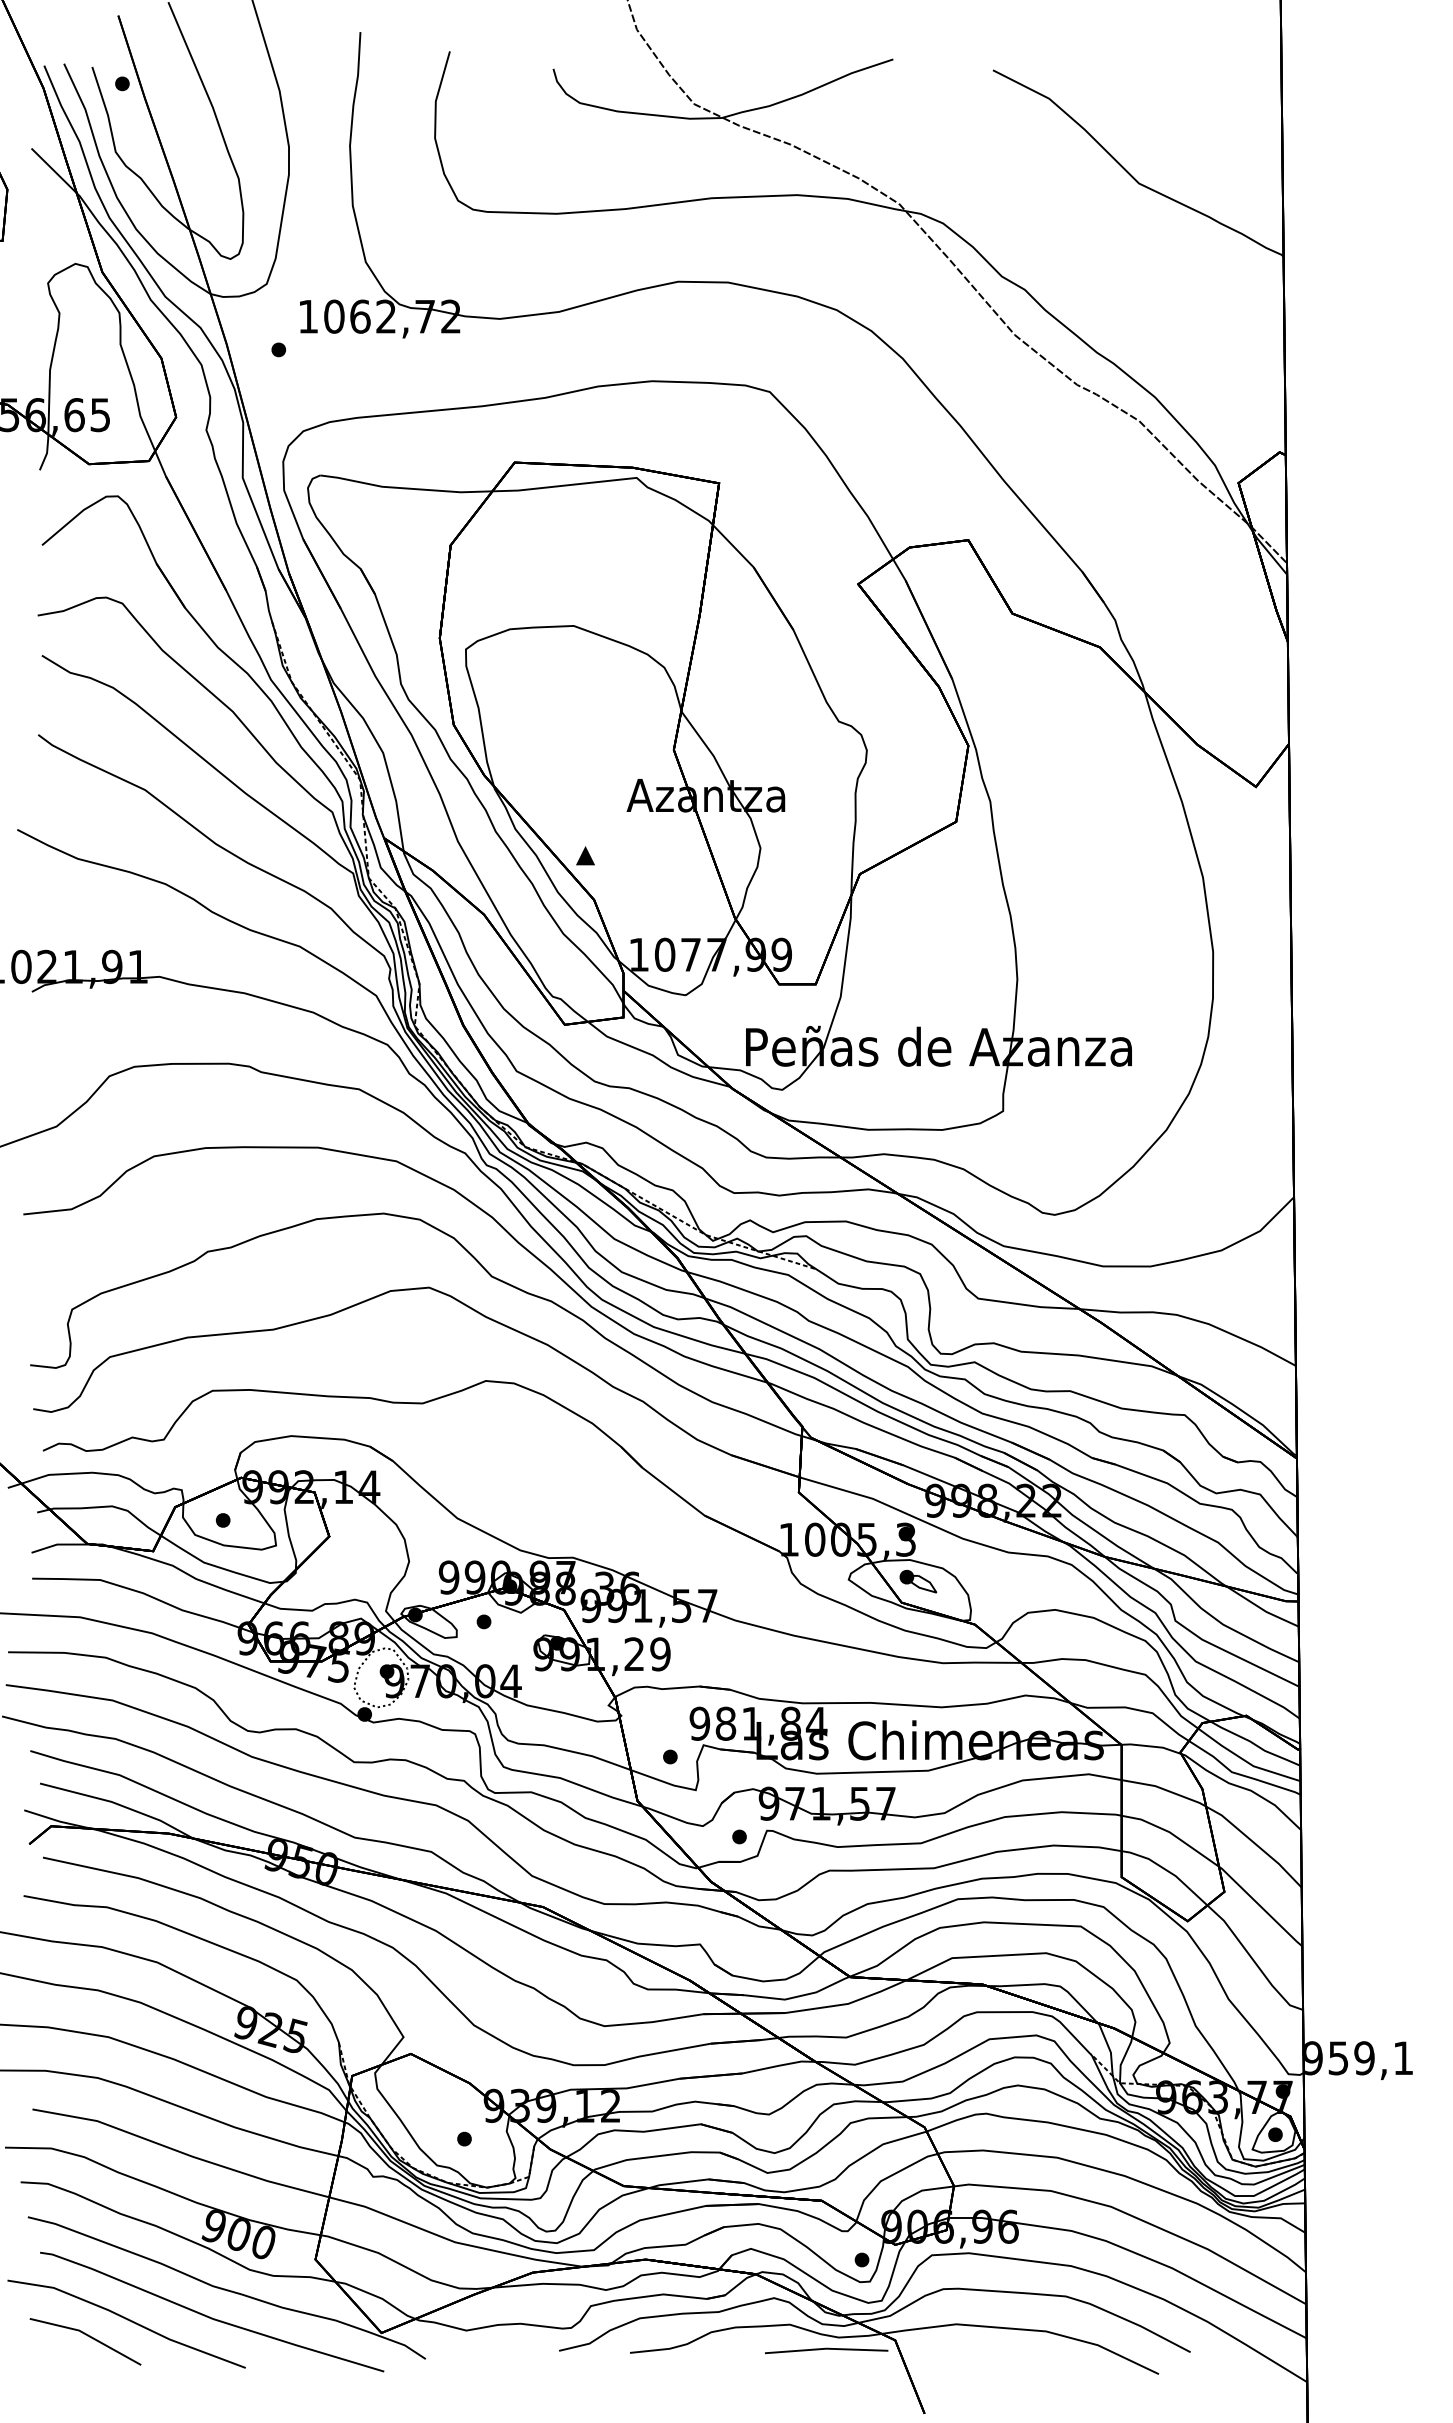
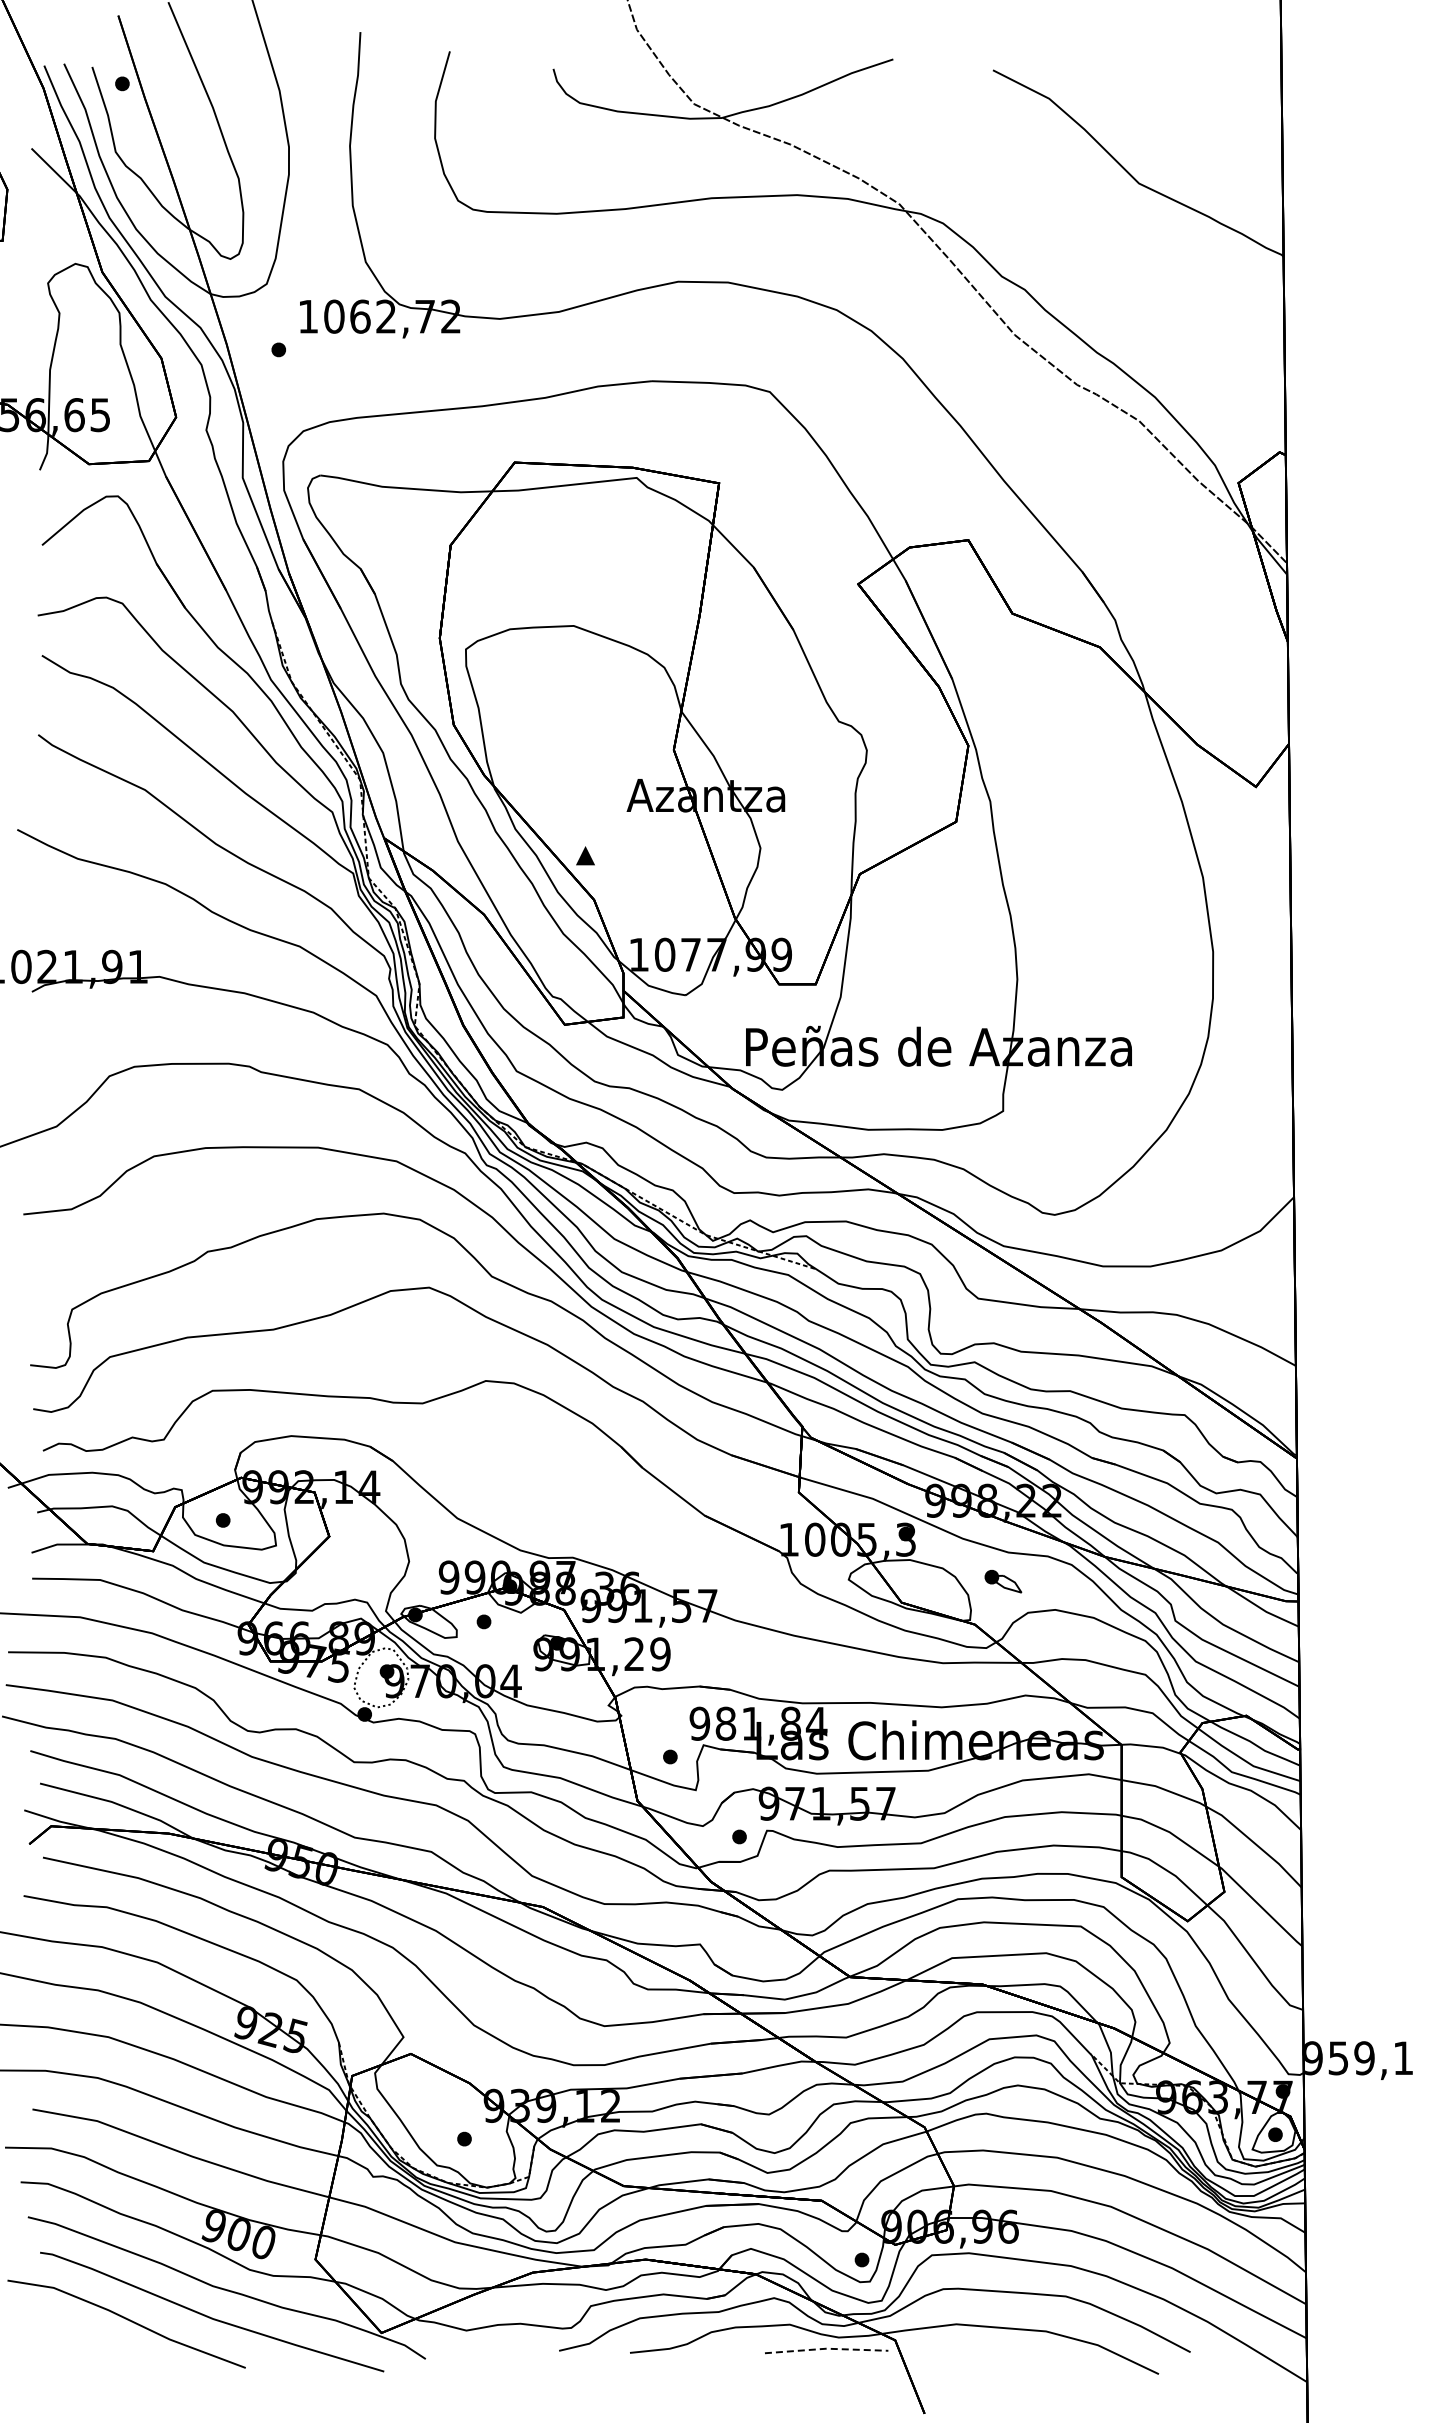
part at (918, 1581) position: (918, 1581) -> (1003, 1581)
line at (87, 2336): present -> none
line at (826, 2348): solid -> dashed
